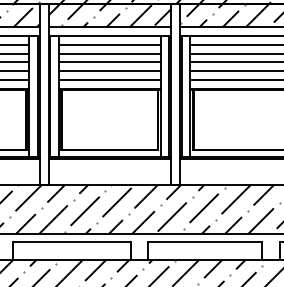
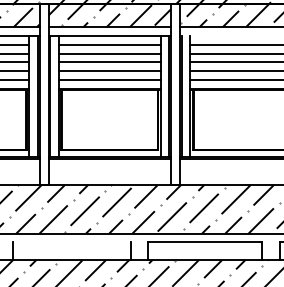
line at (229, 36): present -> none
line at (71, 242): present -> none
